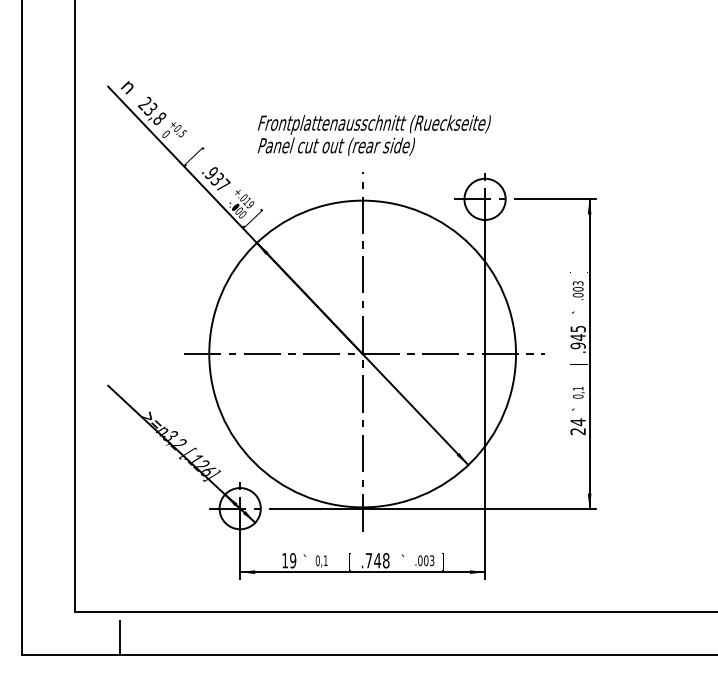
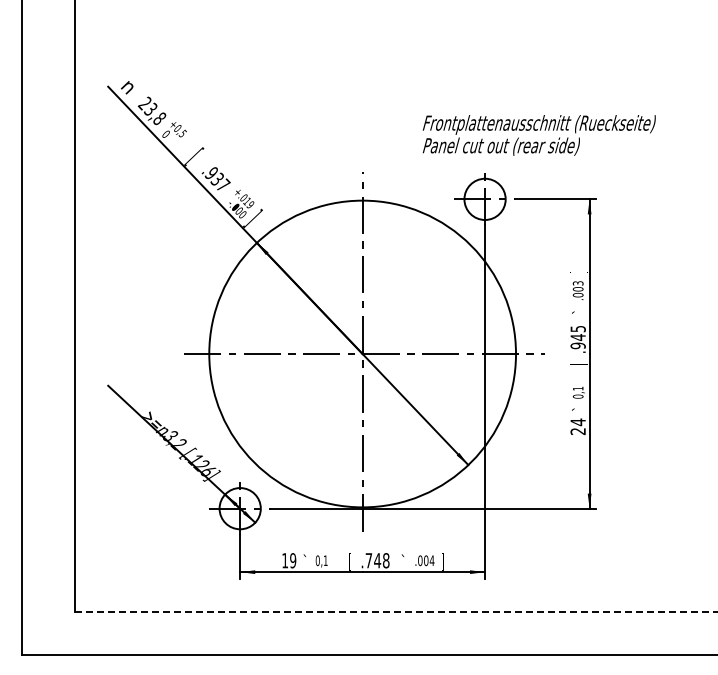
text at (373, 135) position: (373, 135) -> (538, 135)
text at (431, 560): .003 -> .004
line at (396, 611): solid -> dashed
line at (120, 637): present -> none
